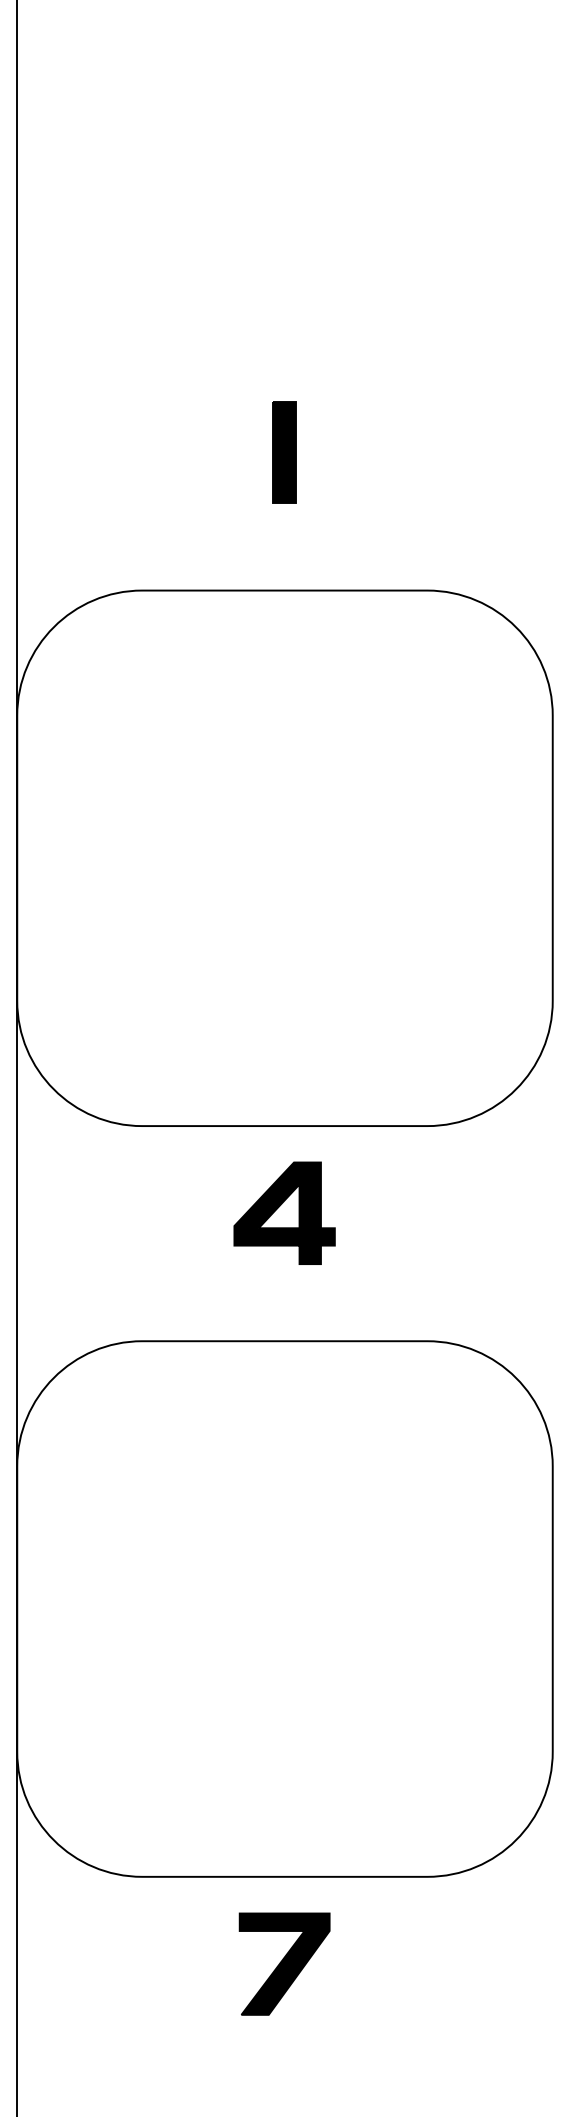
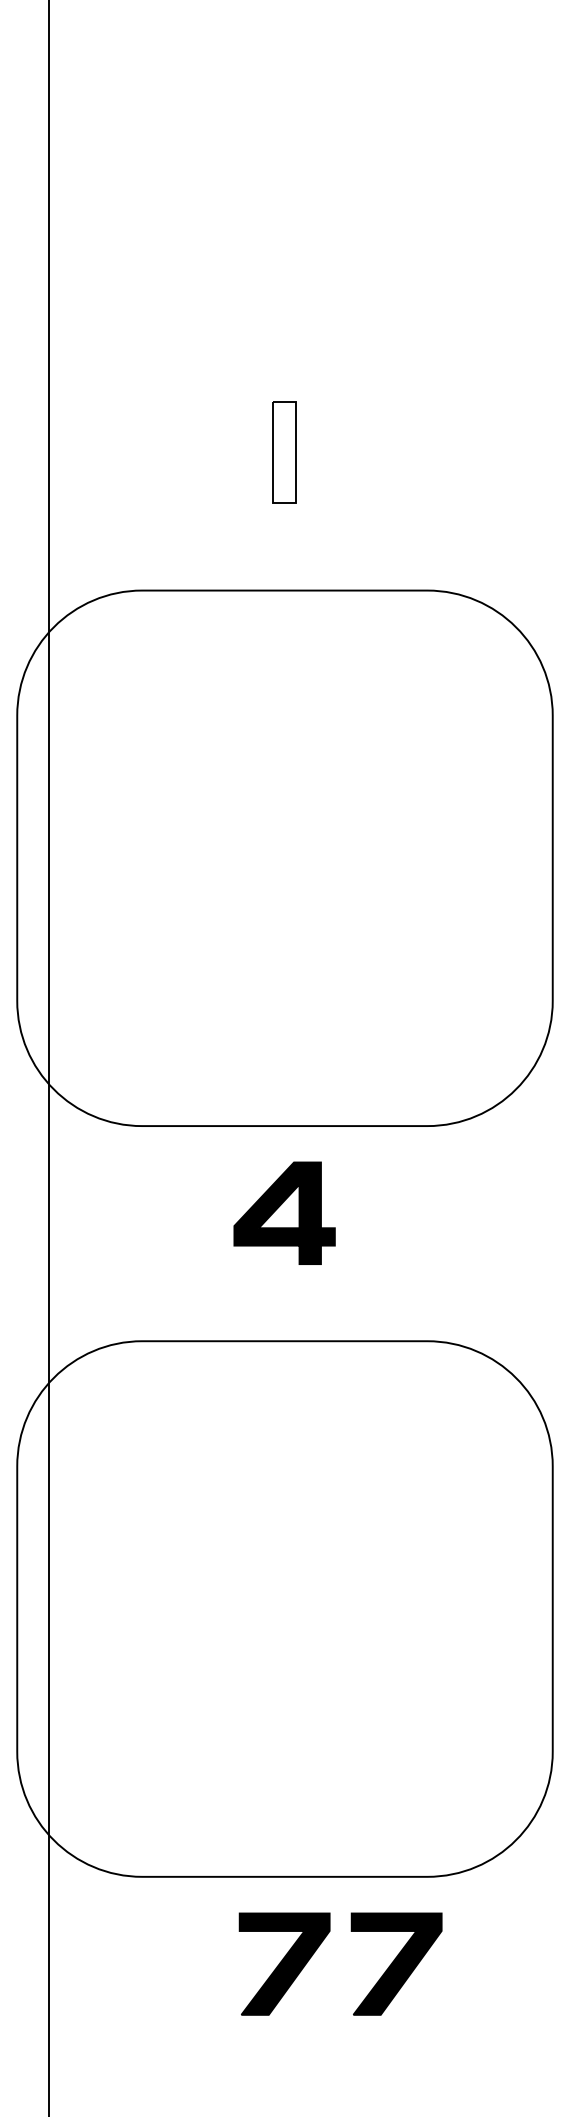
fill at (284, 452): present -> none
line at (17, 1057) position: (17, 1057) -> (49, 1057)
part at (396, 1963): none -> present
